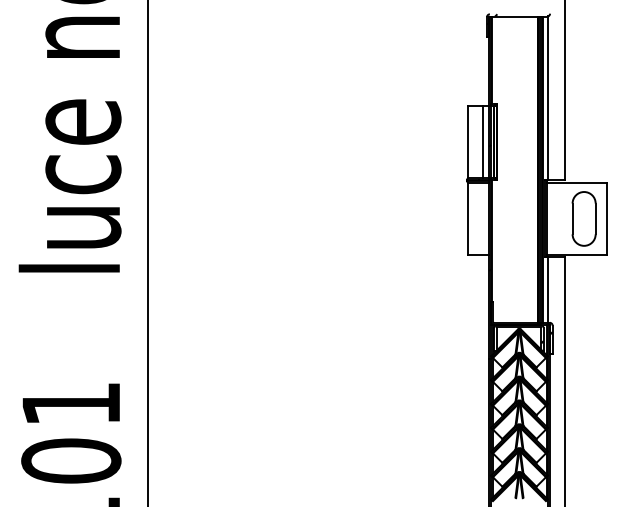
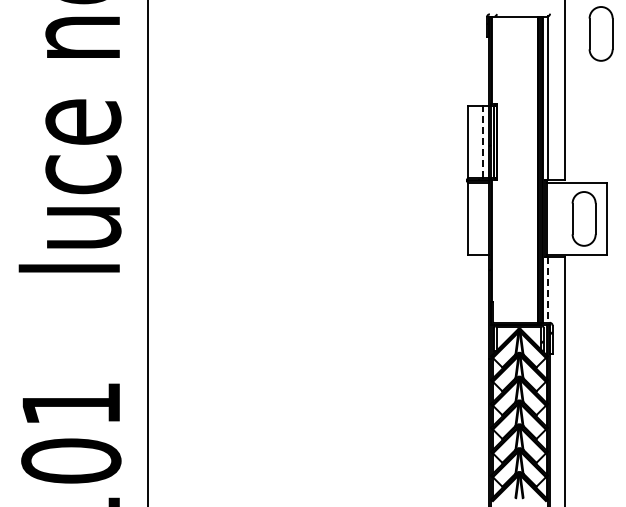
part at (600, 33): none -> present
line at (482, 141): solid -> dashed
line at (548, 290): solid -> dashed
